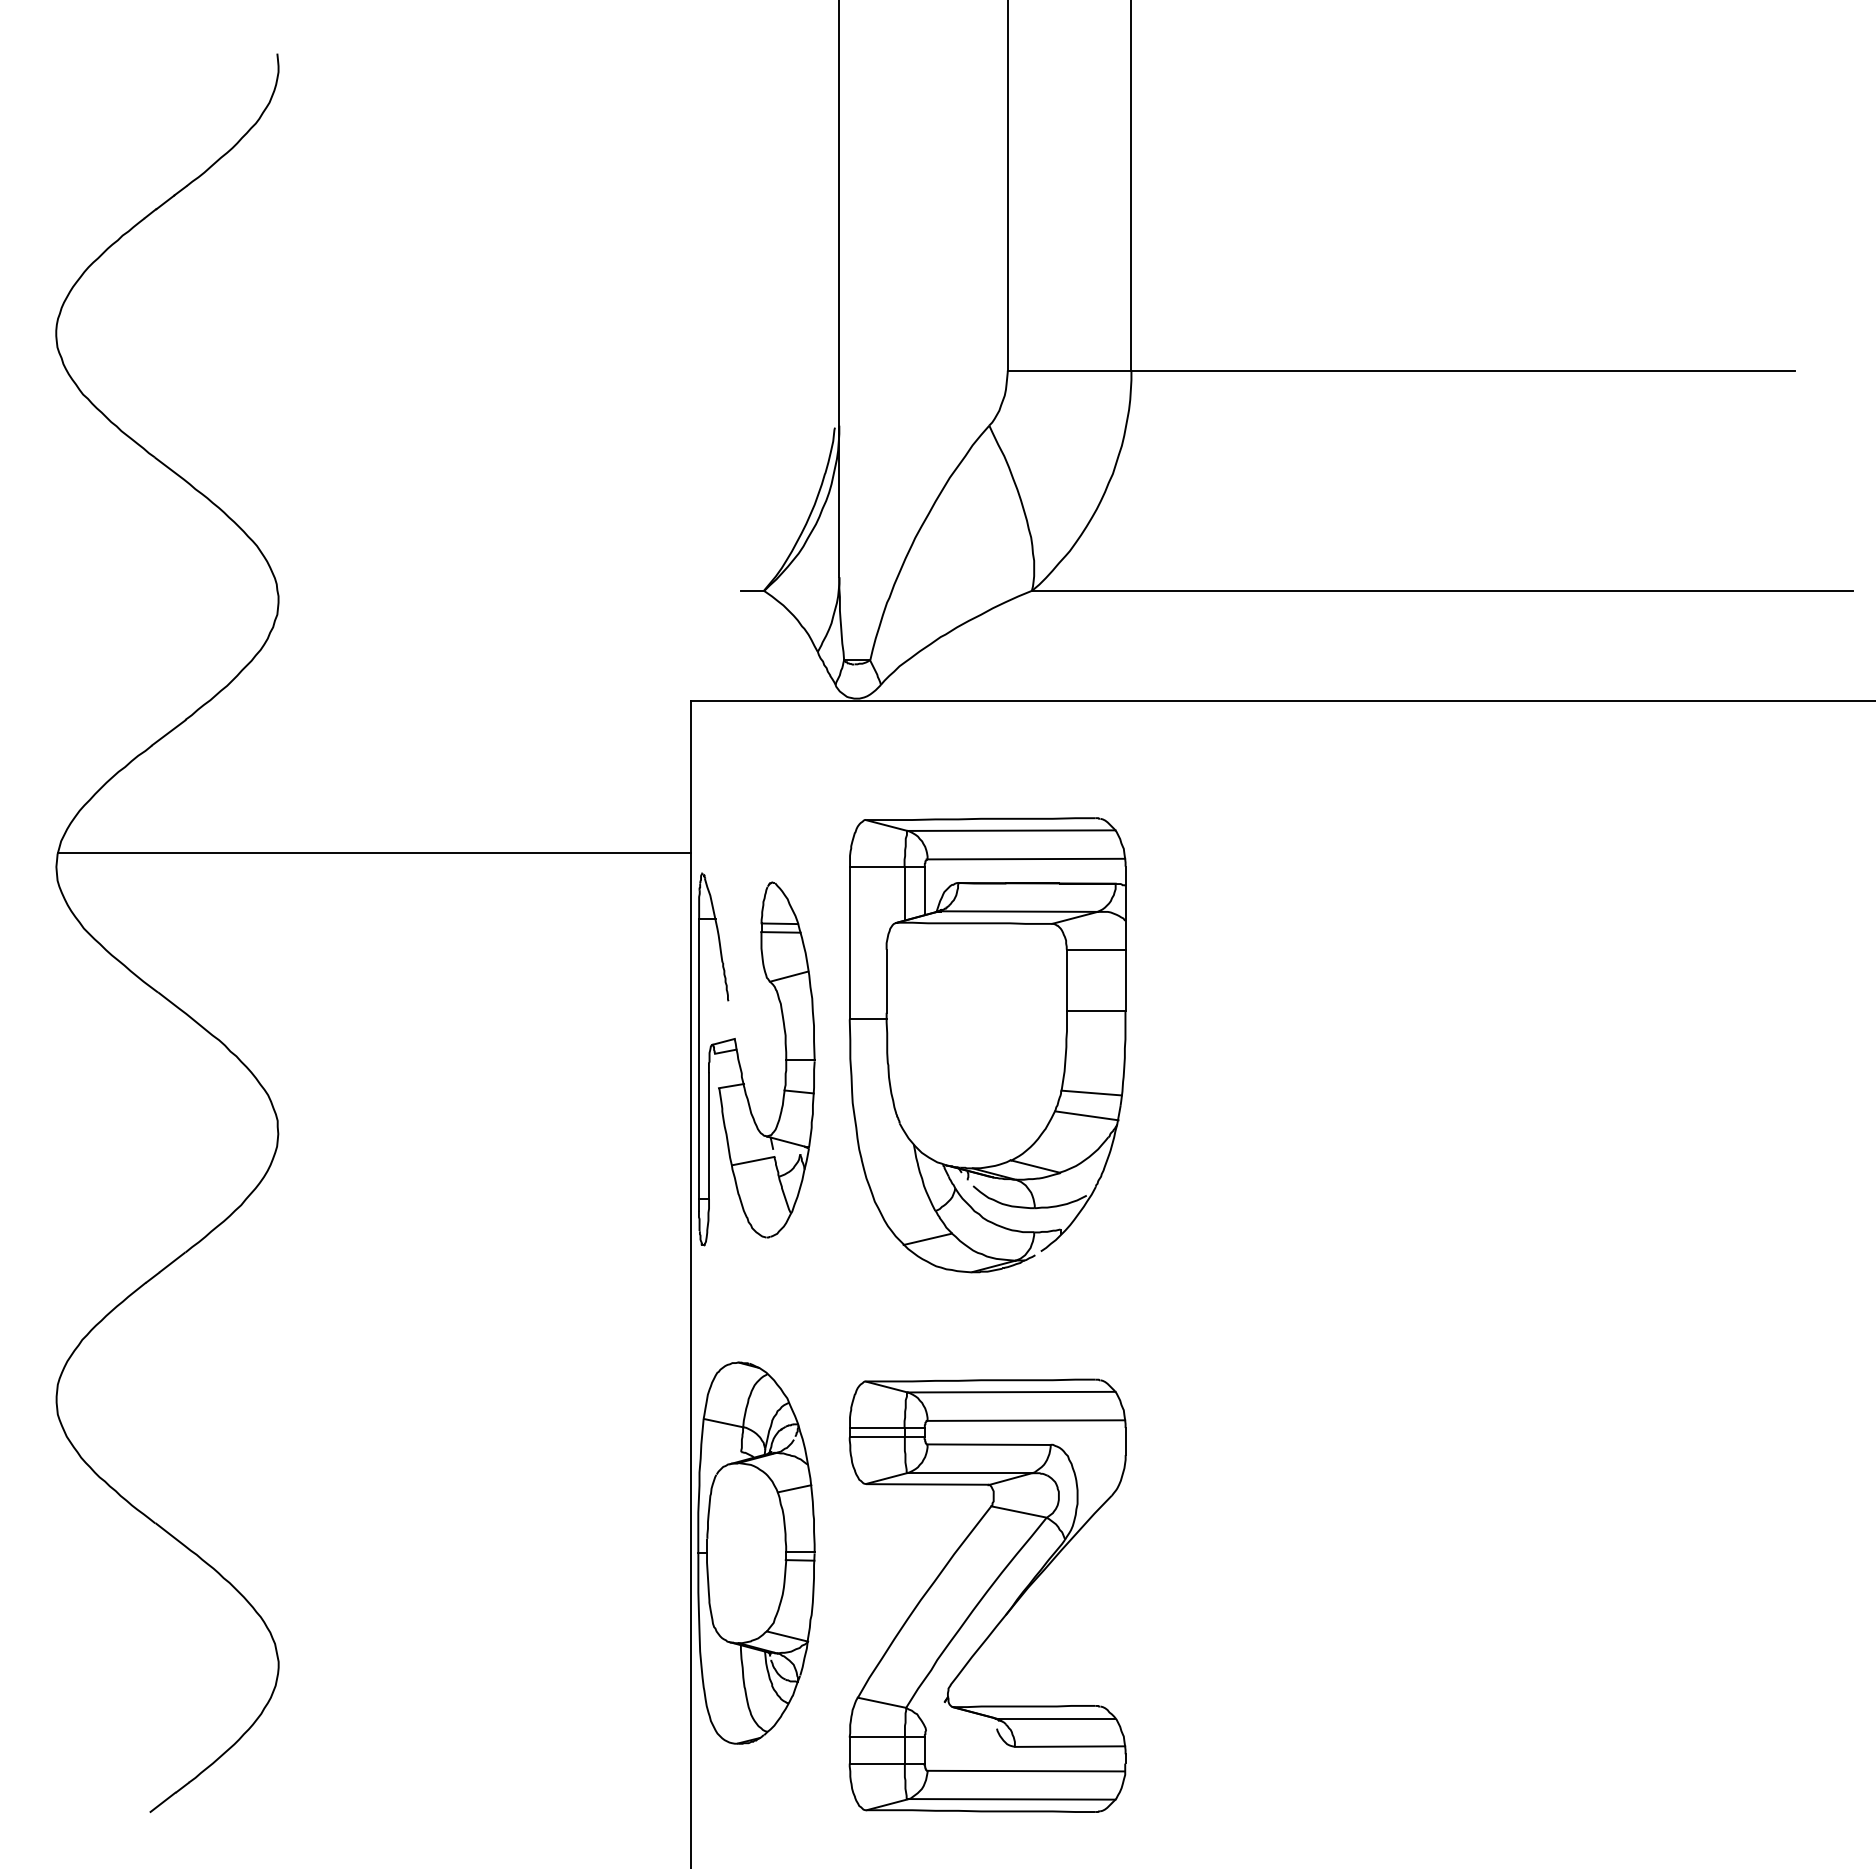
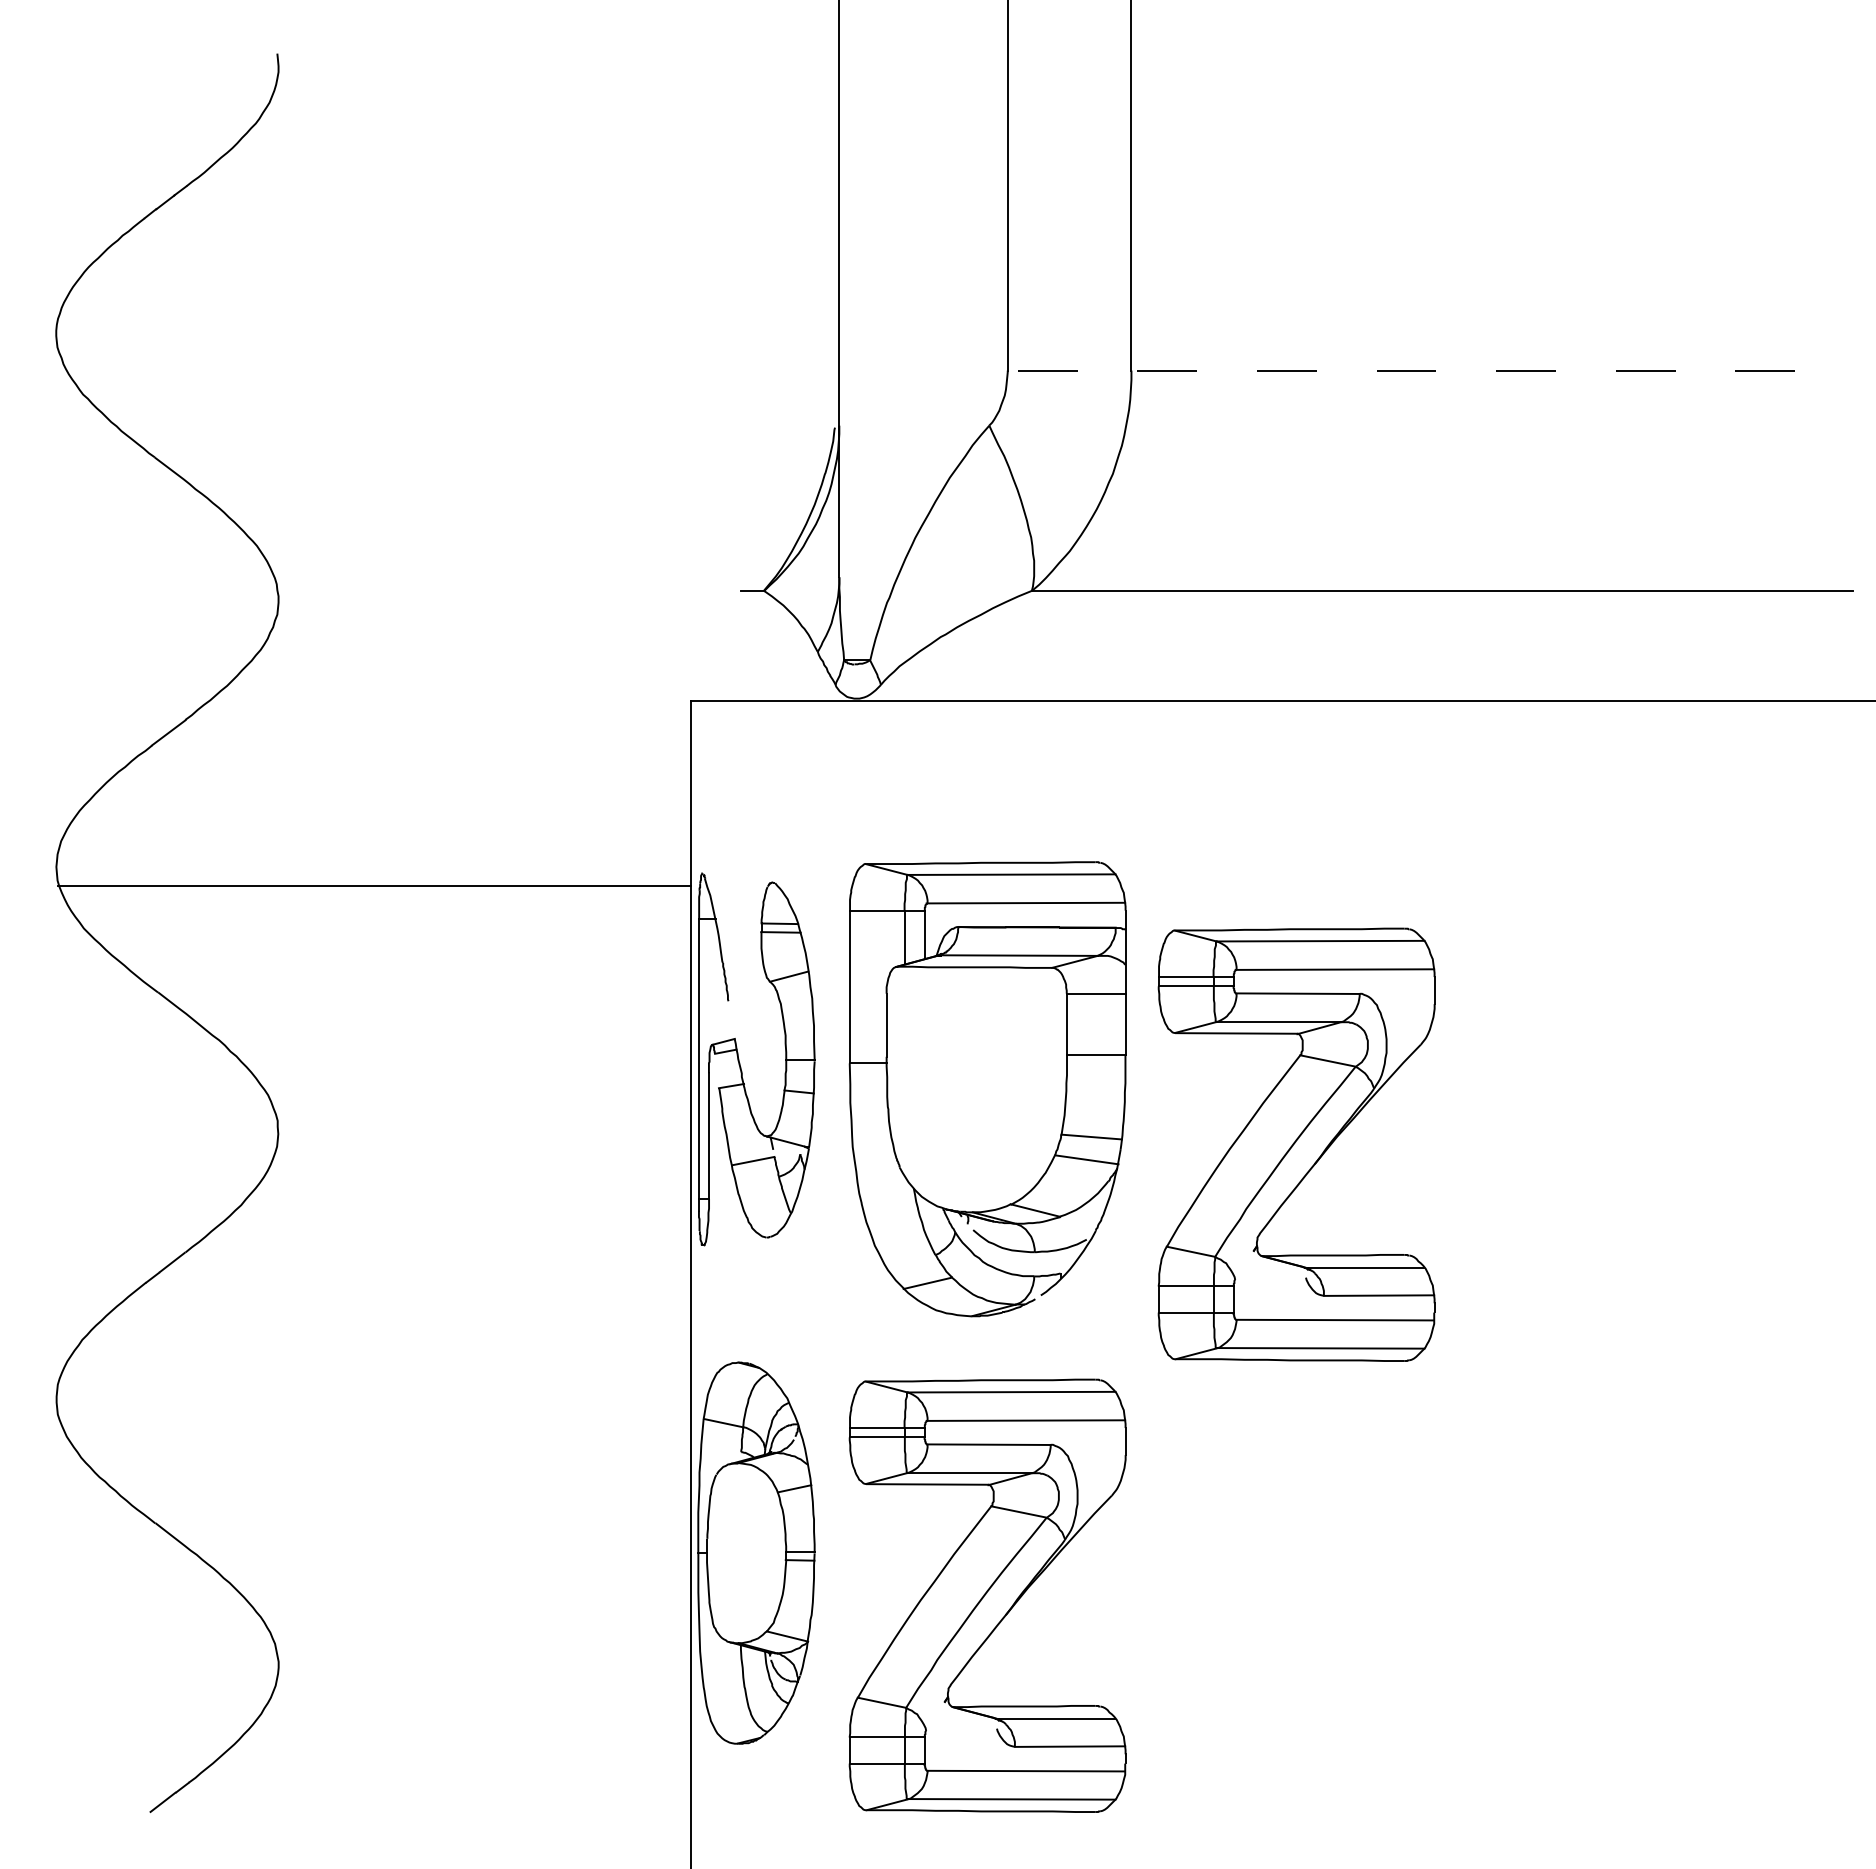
line at (1401, 370): solid -> dashed
line at (374, 852) position: (374, 852) -> (374, 885)
part at (987, 1045) position: (987, 1045) -> (987, 1089)
part at (1296, 1144): none -> present
